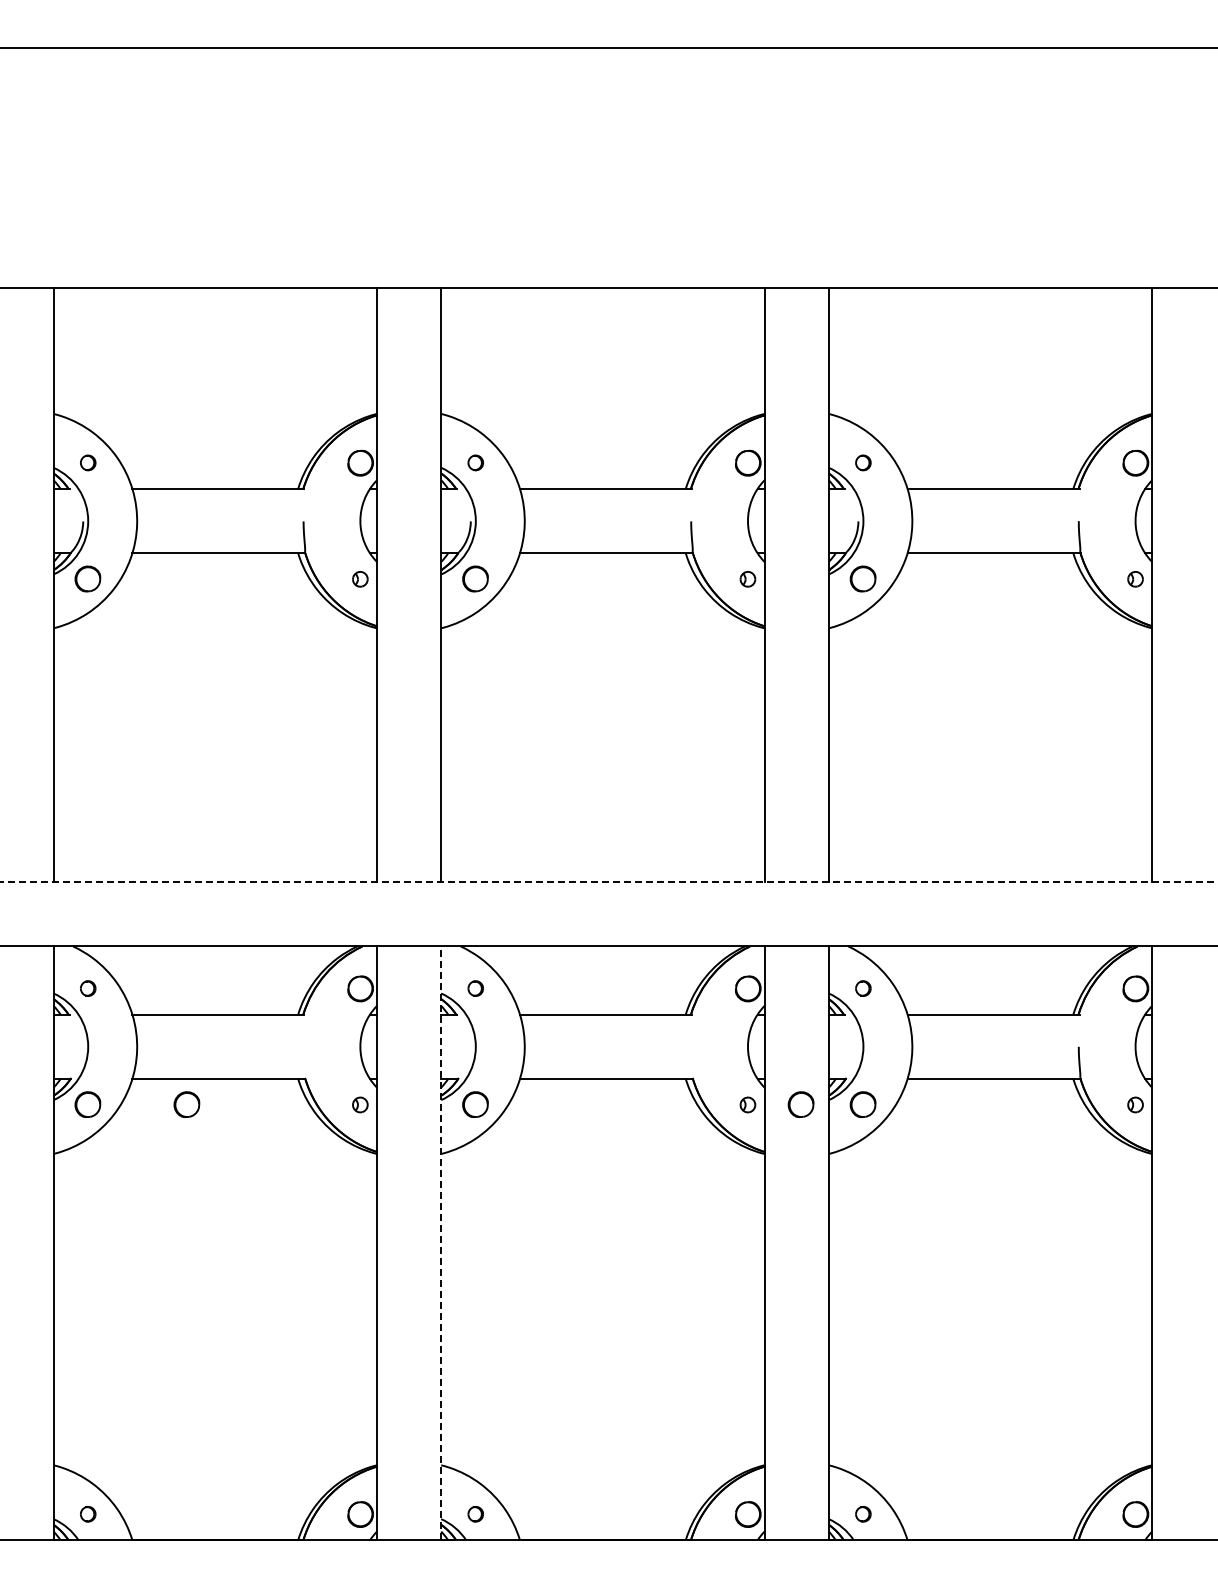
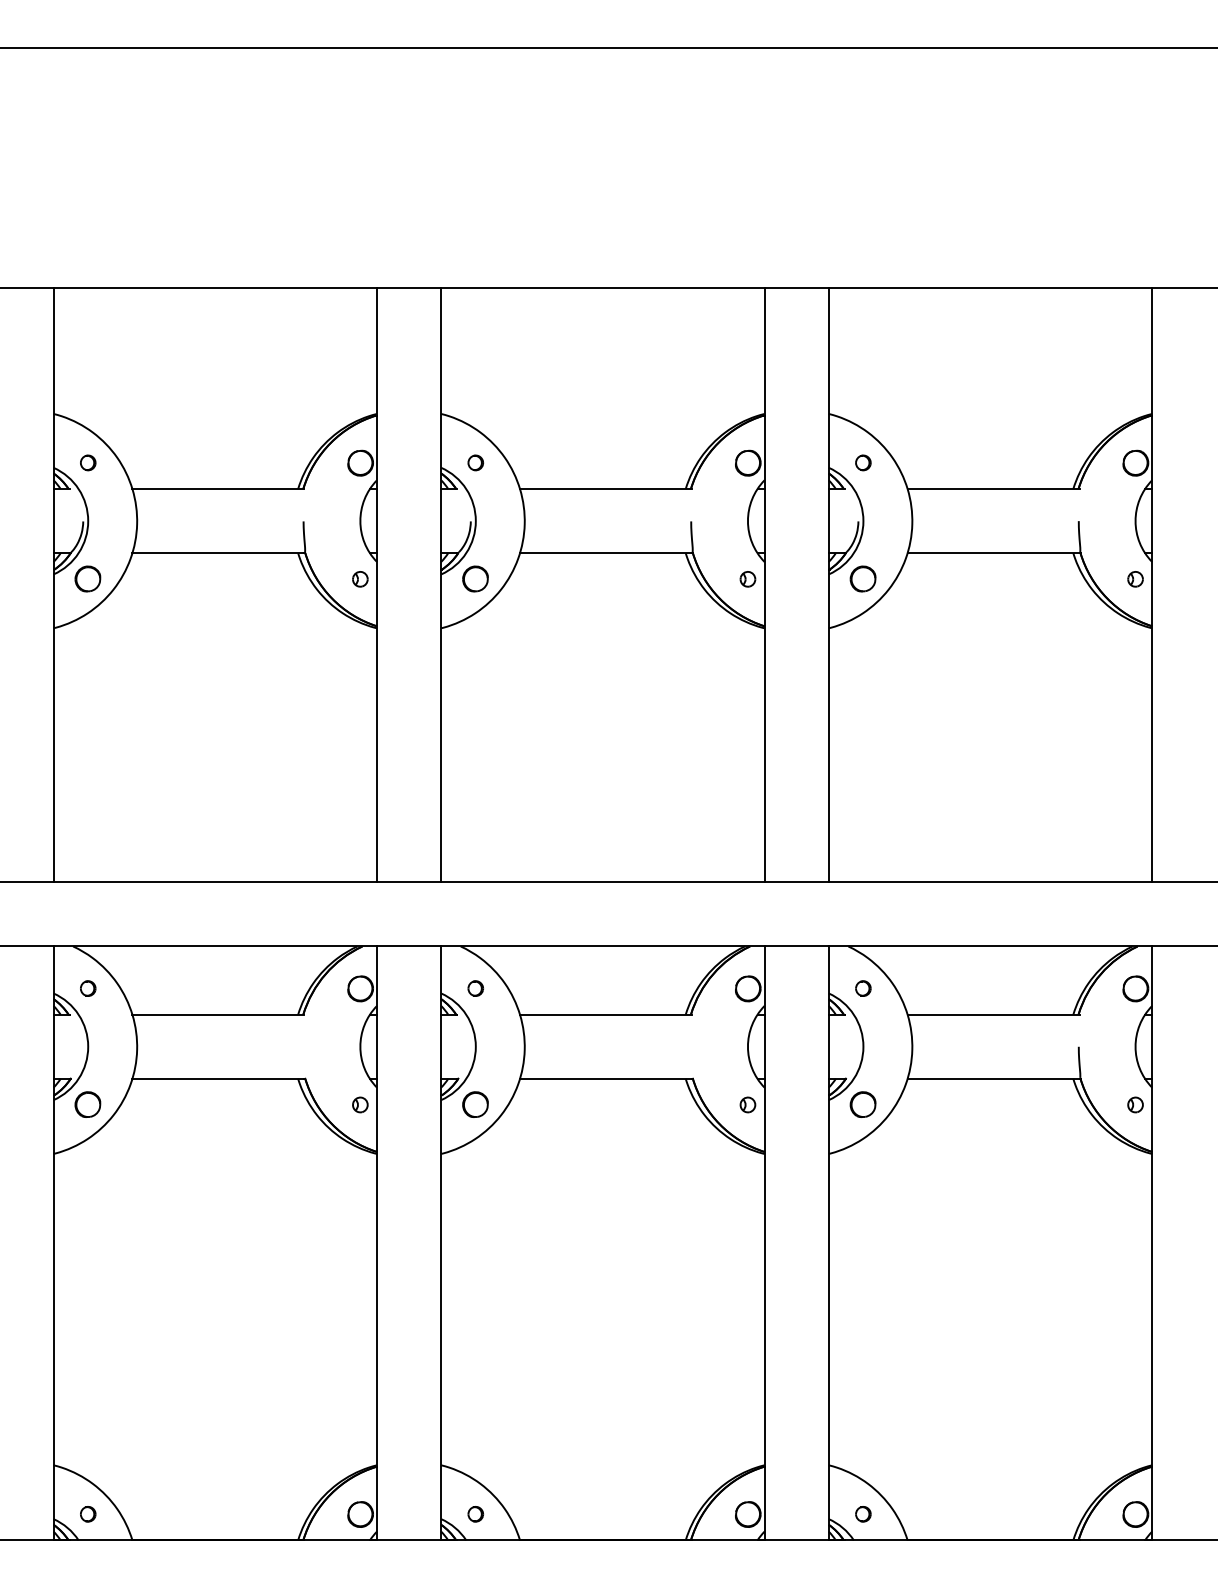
line at (609, 882): dashed -> solid
part at (186, 1104): present -> none
part at (800, 1104): present -> none
line at (441, 1243): dashed -> solid
